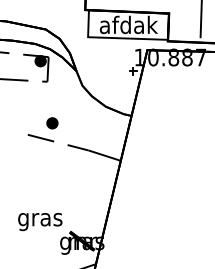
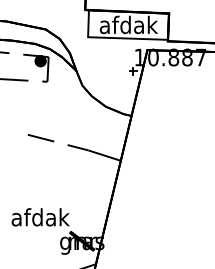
line at (200, 19): present -> none
part at (52, 123): present -> none
text at (40, 219): gras -> afdak
